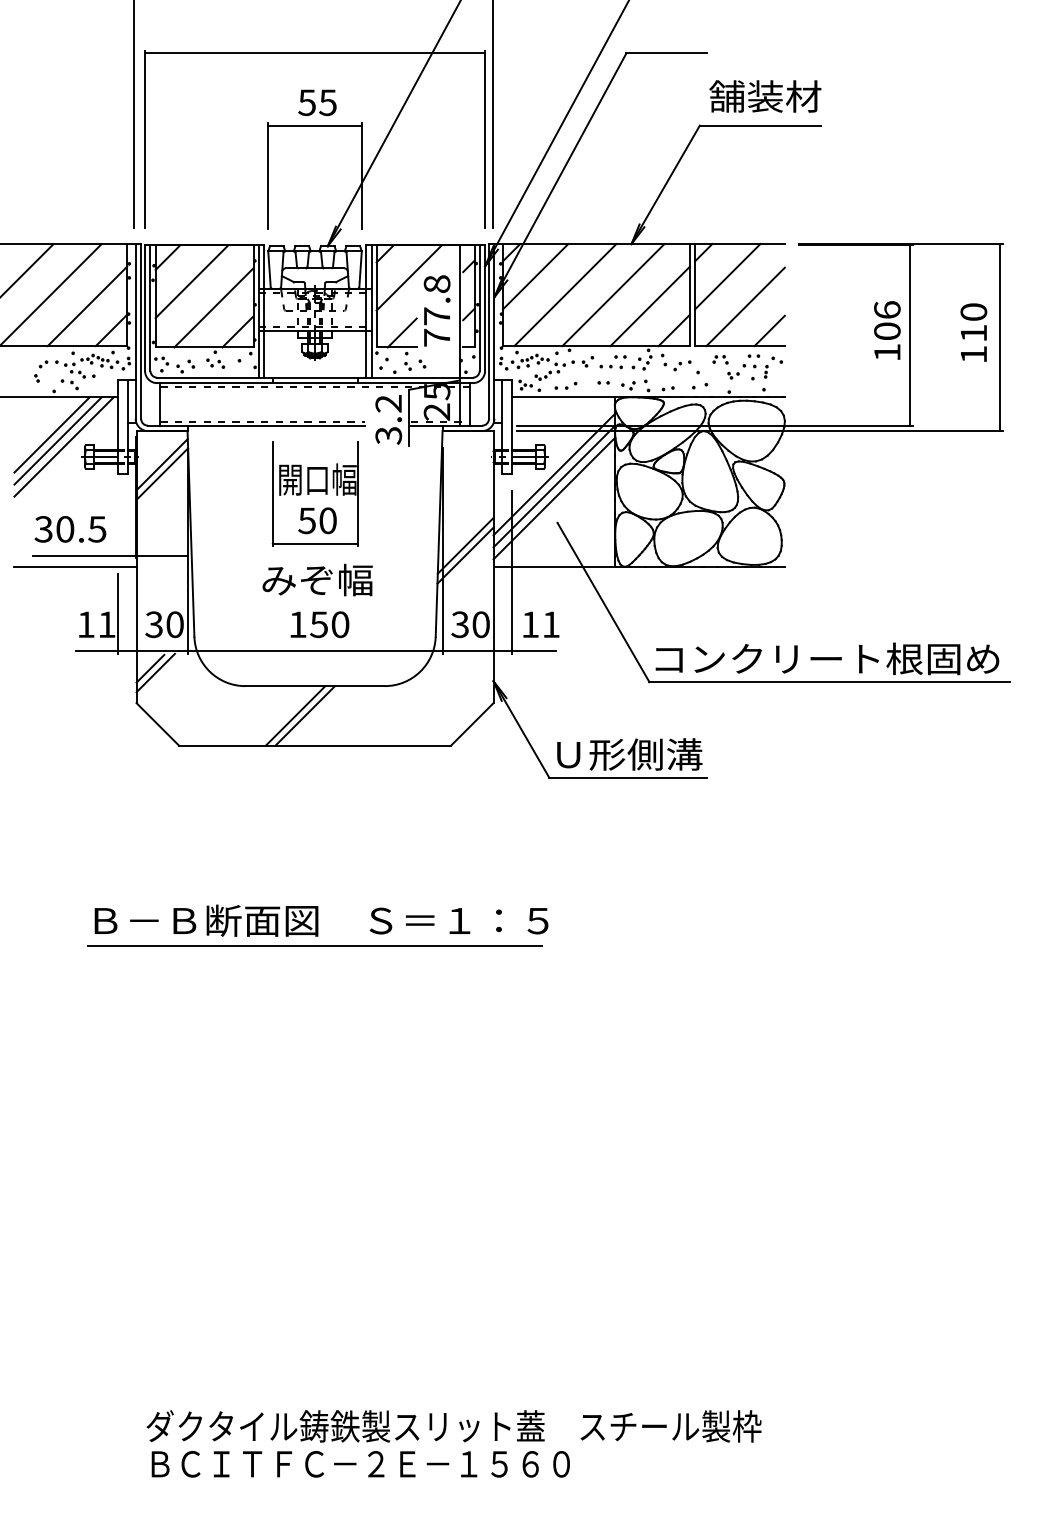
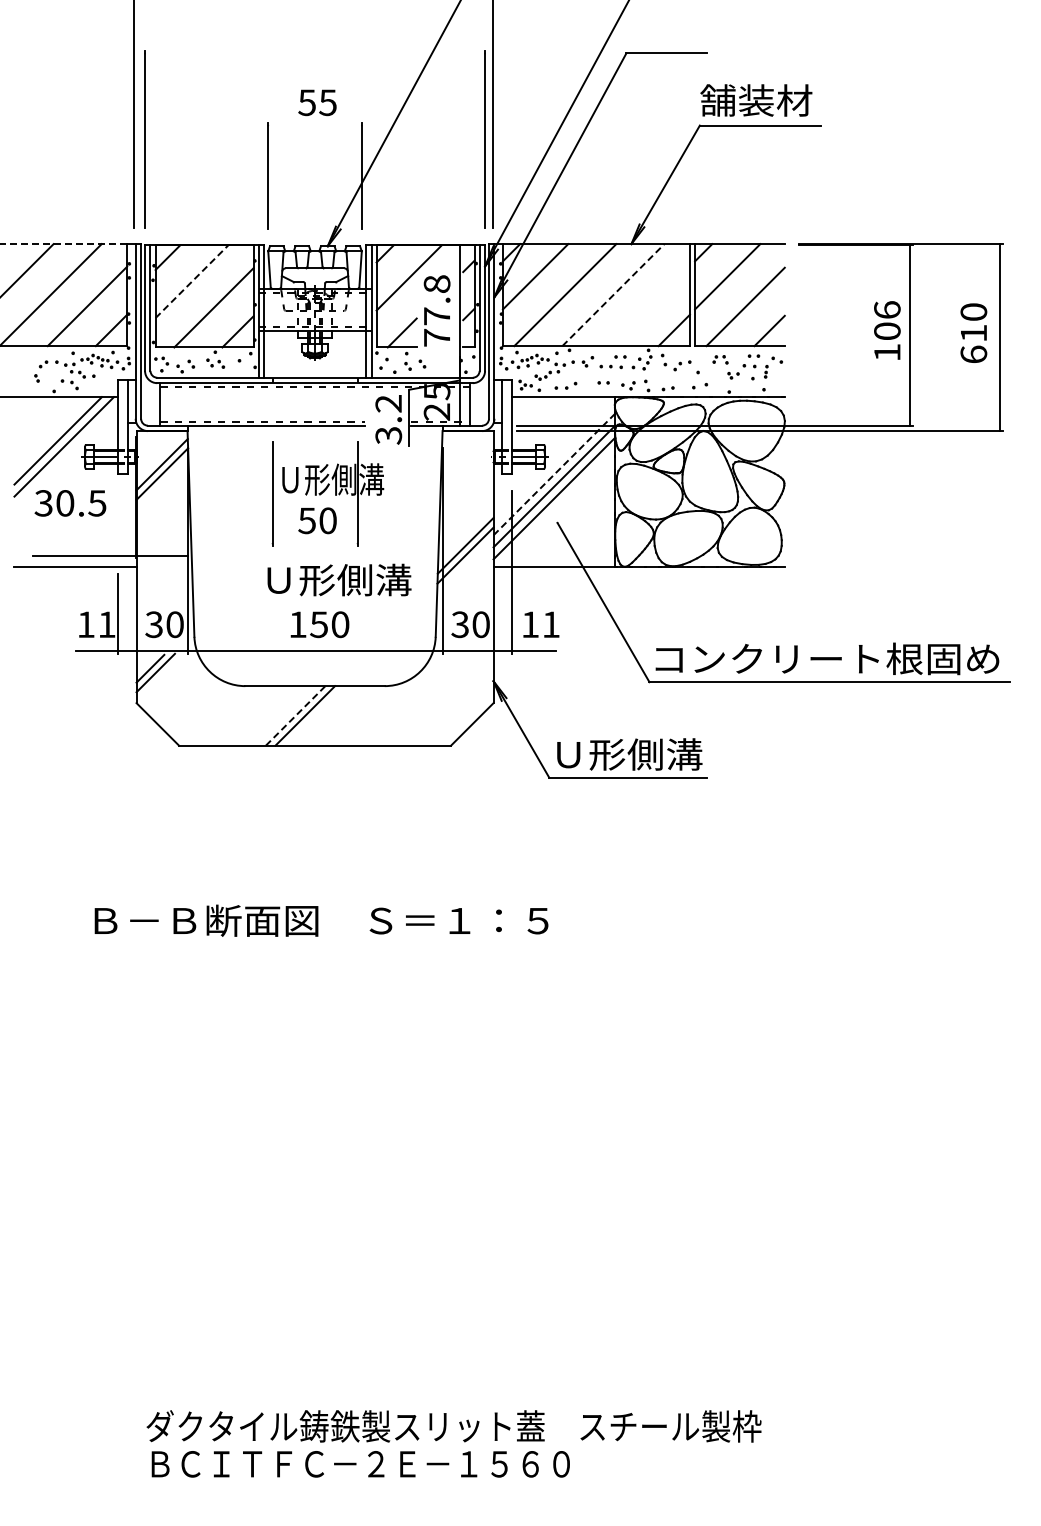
line at (315, 53): present -> none
text at (765, 96) position: (765, 96) -> (756, 100)
line at (314, 125): present -> none
line at (63, 244): solid -> dashed
line at (192, 281): solid -> dashed
line at (613, 294): solid -> dashed
line at (649, 306): present -> none
text at (973, 353): 110 -> 610
line at (51, 434): present -> none
line at (554, 474): solid -> dashed
text at (331, 479): 開口幅 -> Ｕ形側溝
text at (70, 529) position: (70, 529) -> (70, 503)
line at (314, 543): present -> none
text at (336, 579): みぞ幅 -> Ｕ形側溝
line at (296, 715): solid -> dashed
line at (314, 945): present -> none
